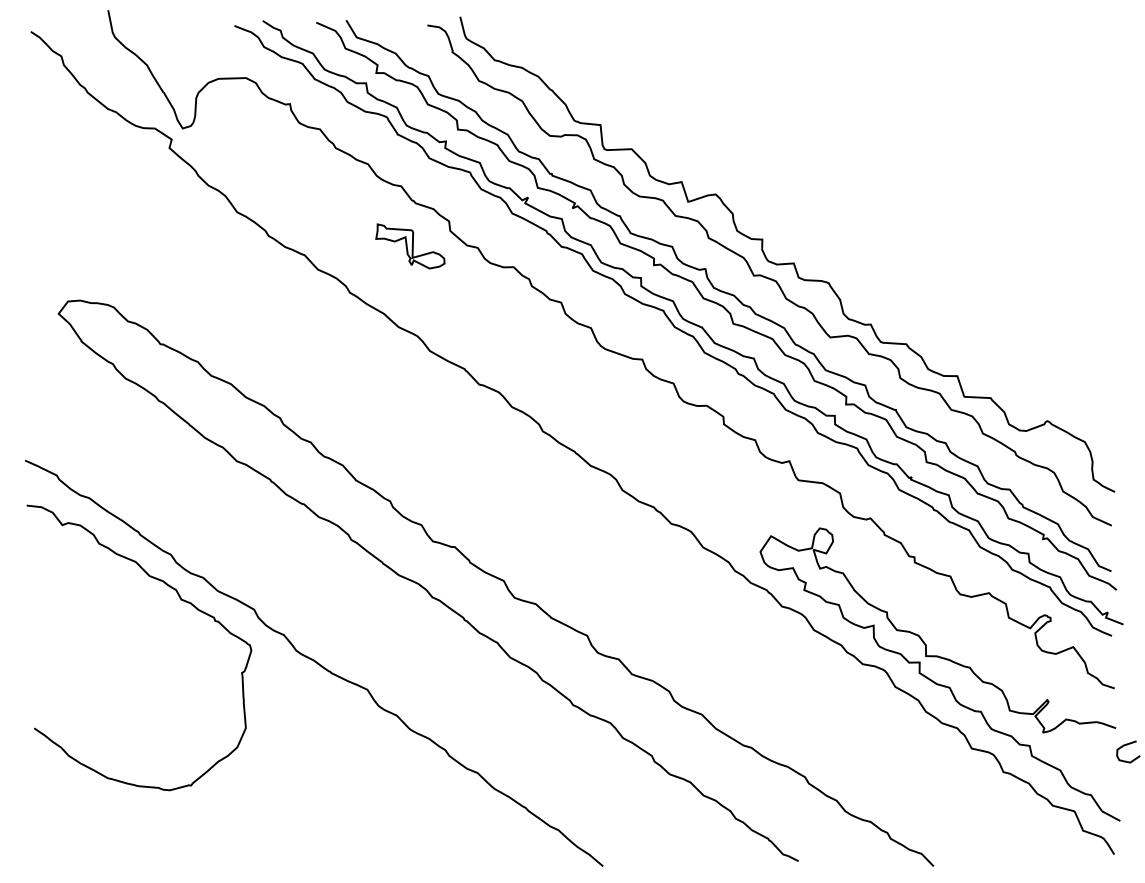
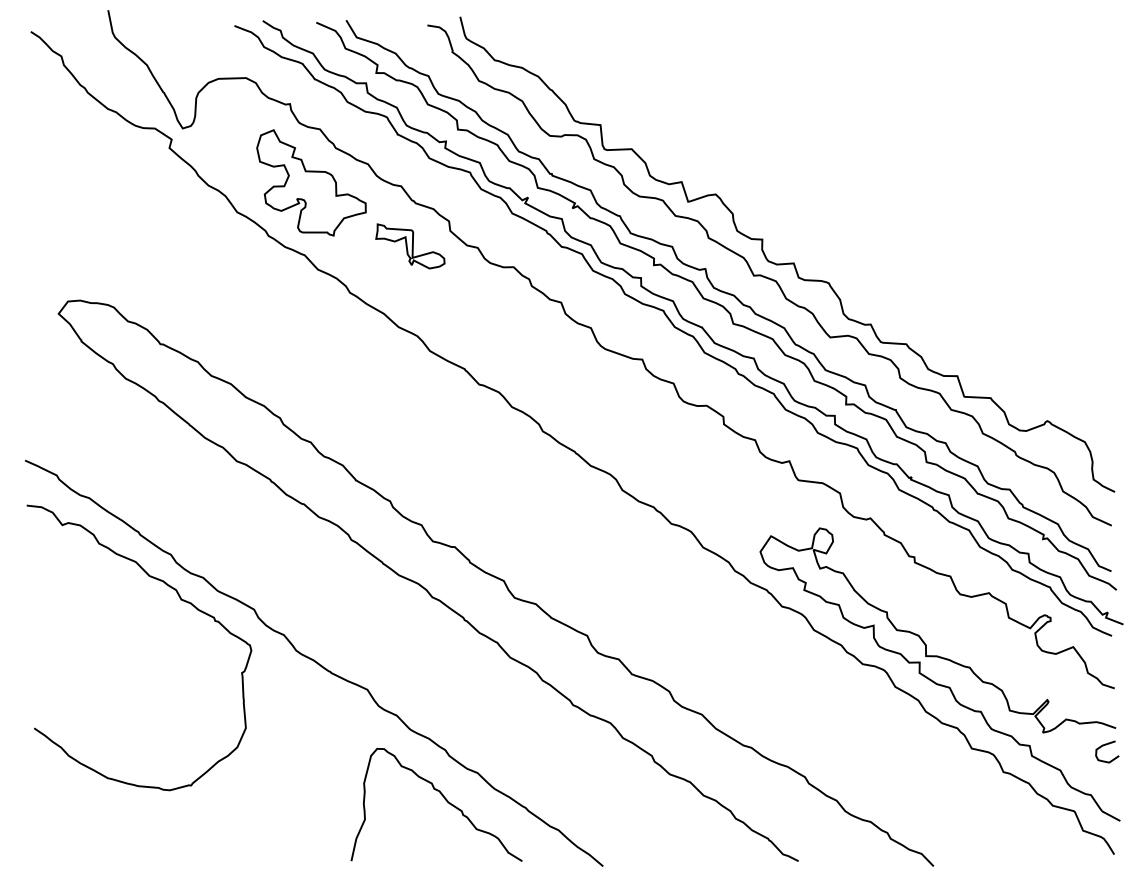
part at (311, 182): none -> present
curve at (1127, 745) position: (1127, 745) -> (1106, 745)
curve at (444, 799): none -> present
